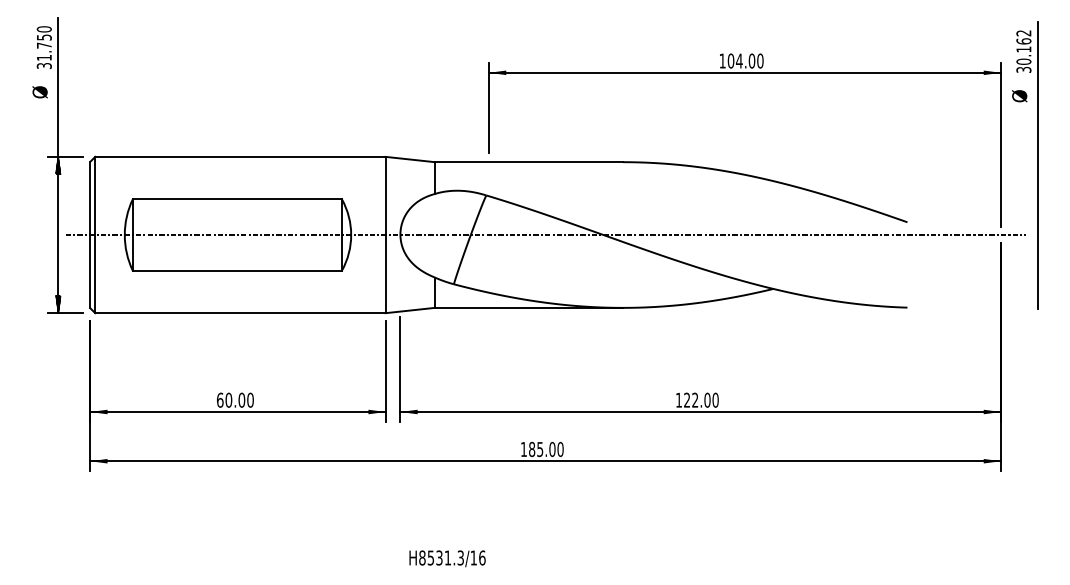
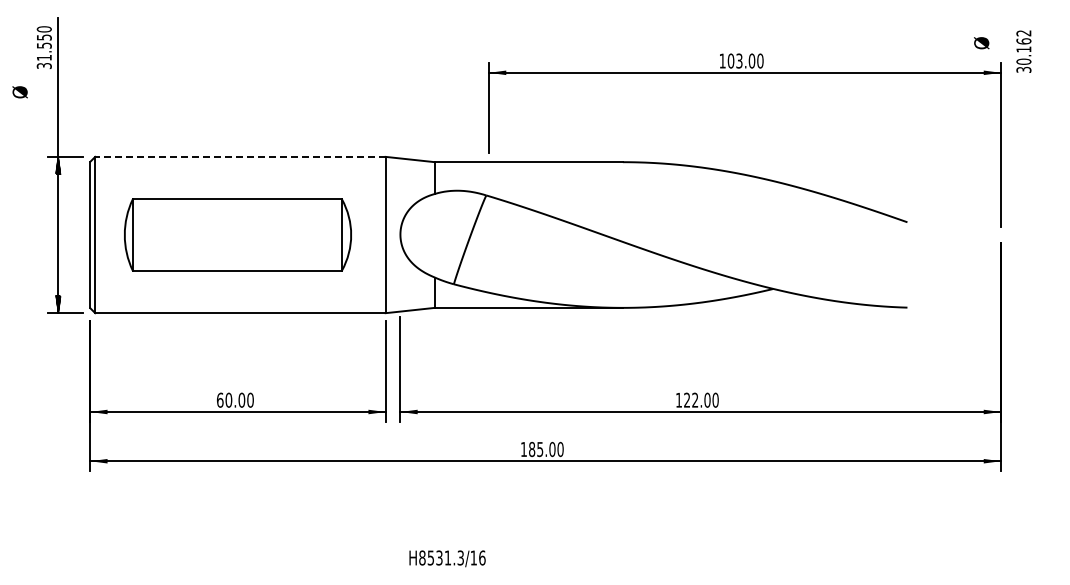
text at (44, 45): 31.750 -> 31.550
text at (739, 60): 104.00 -> 103.00
text at (39, 92) position: (39, 92) -> (19, 92)
text at (1019, 96) position: (1019, 96) -> (981, 43)
line at (239, 156): solid -> dashed
line at (1037, 165): present -> none
line at (545, 235): present -> none
